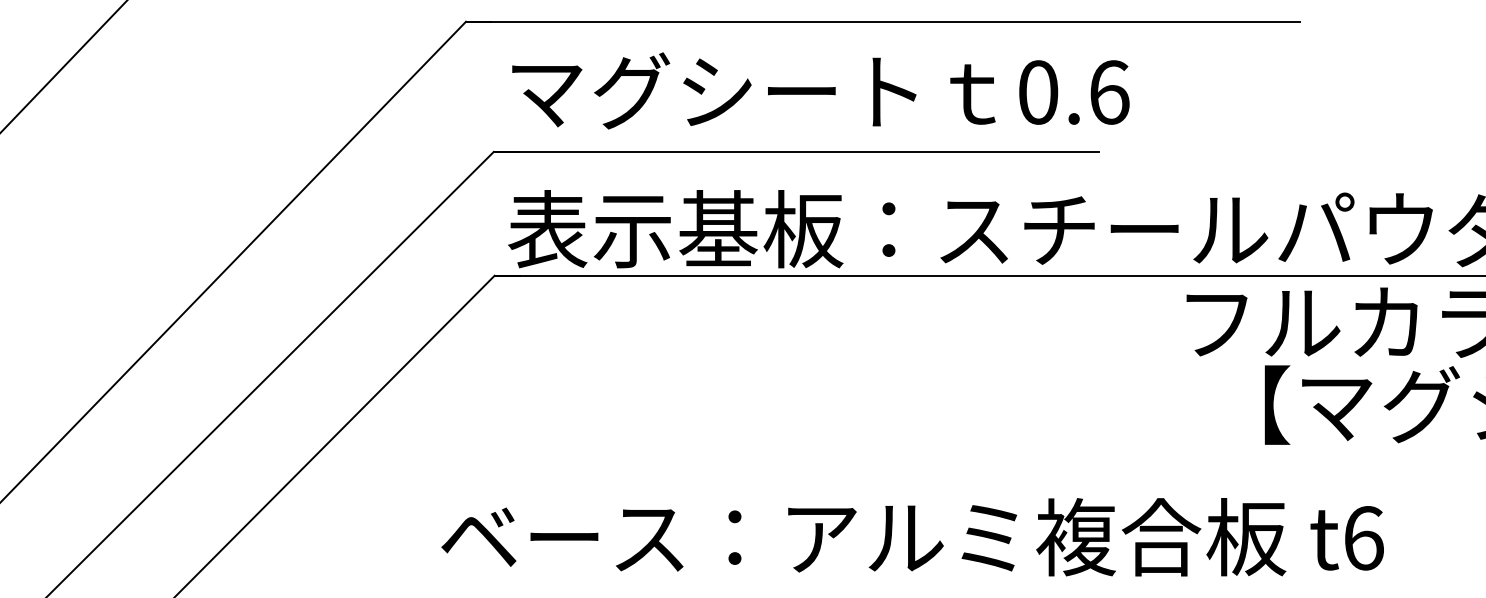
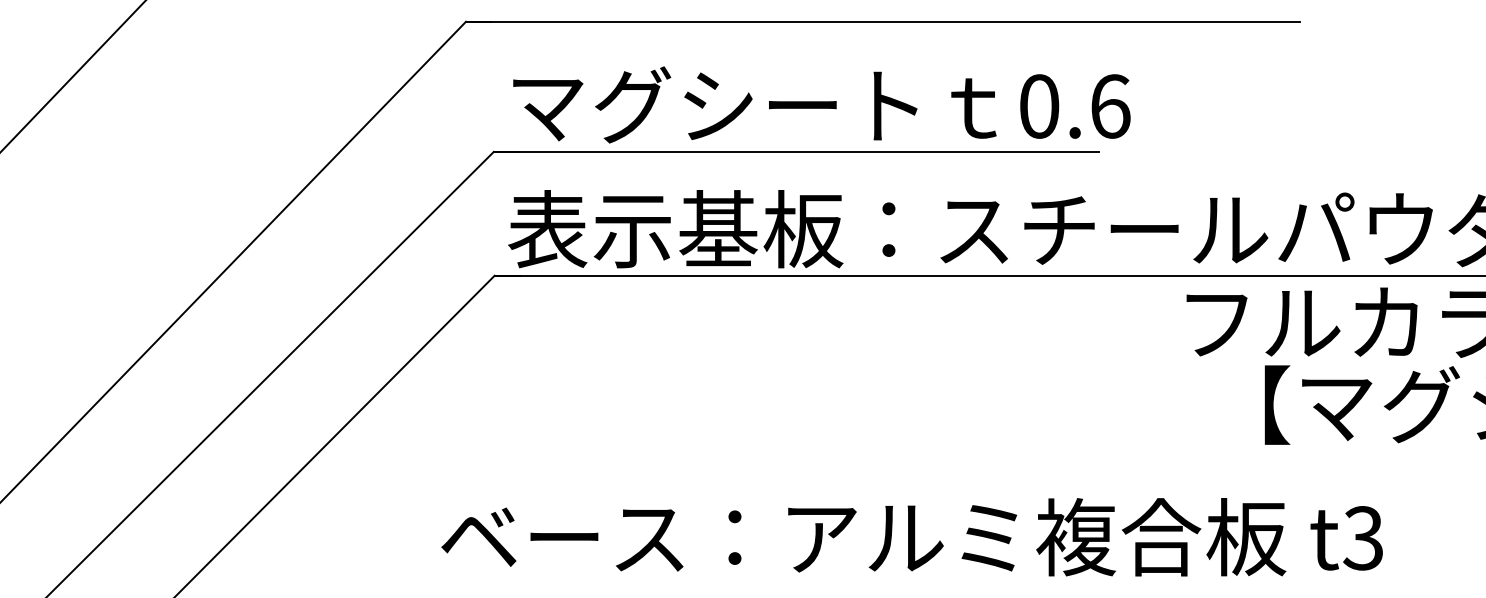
line at (63, 66) position: (63, 66) -> (73, 76)
text at (820, 90) position: (820, 90) -> (821, 104)
text at (1363, 538): t6 -> t3
